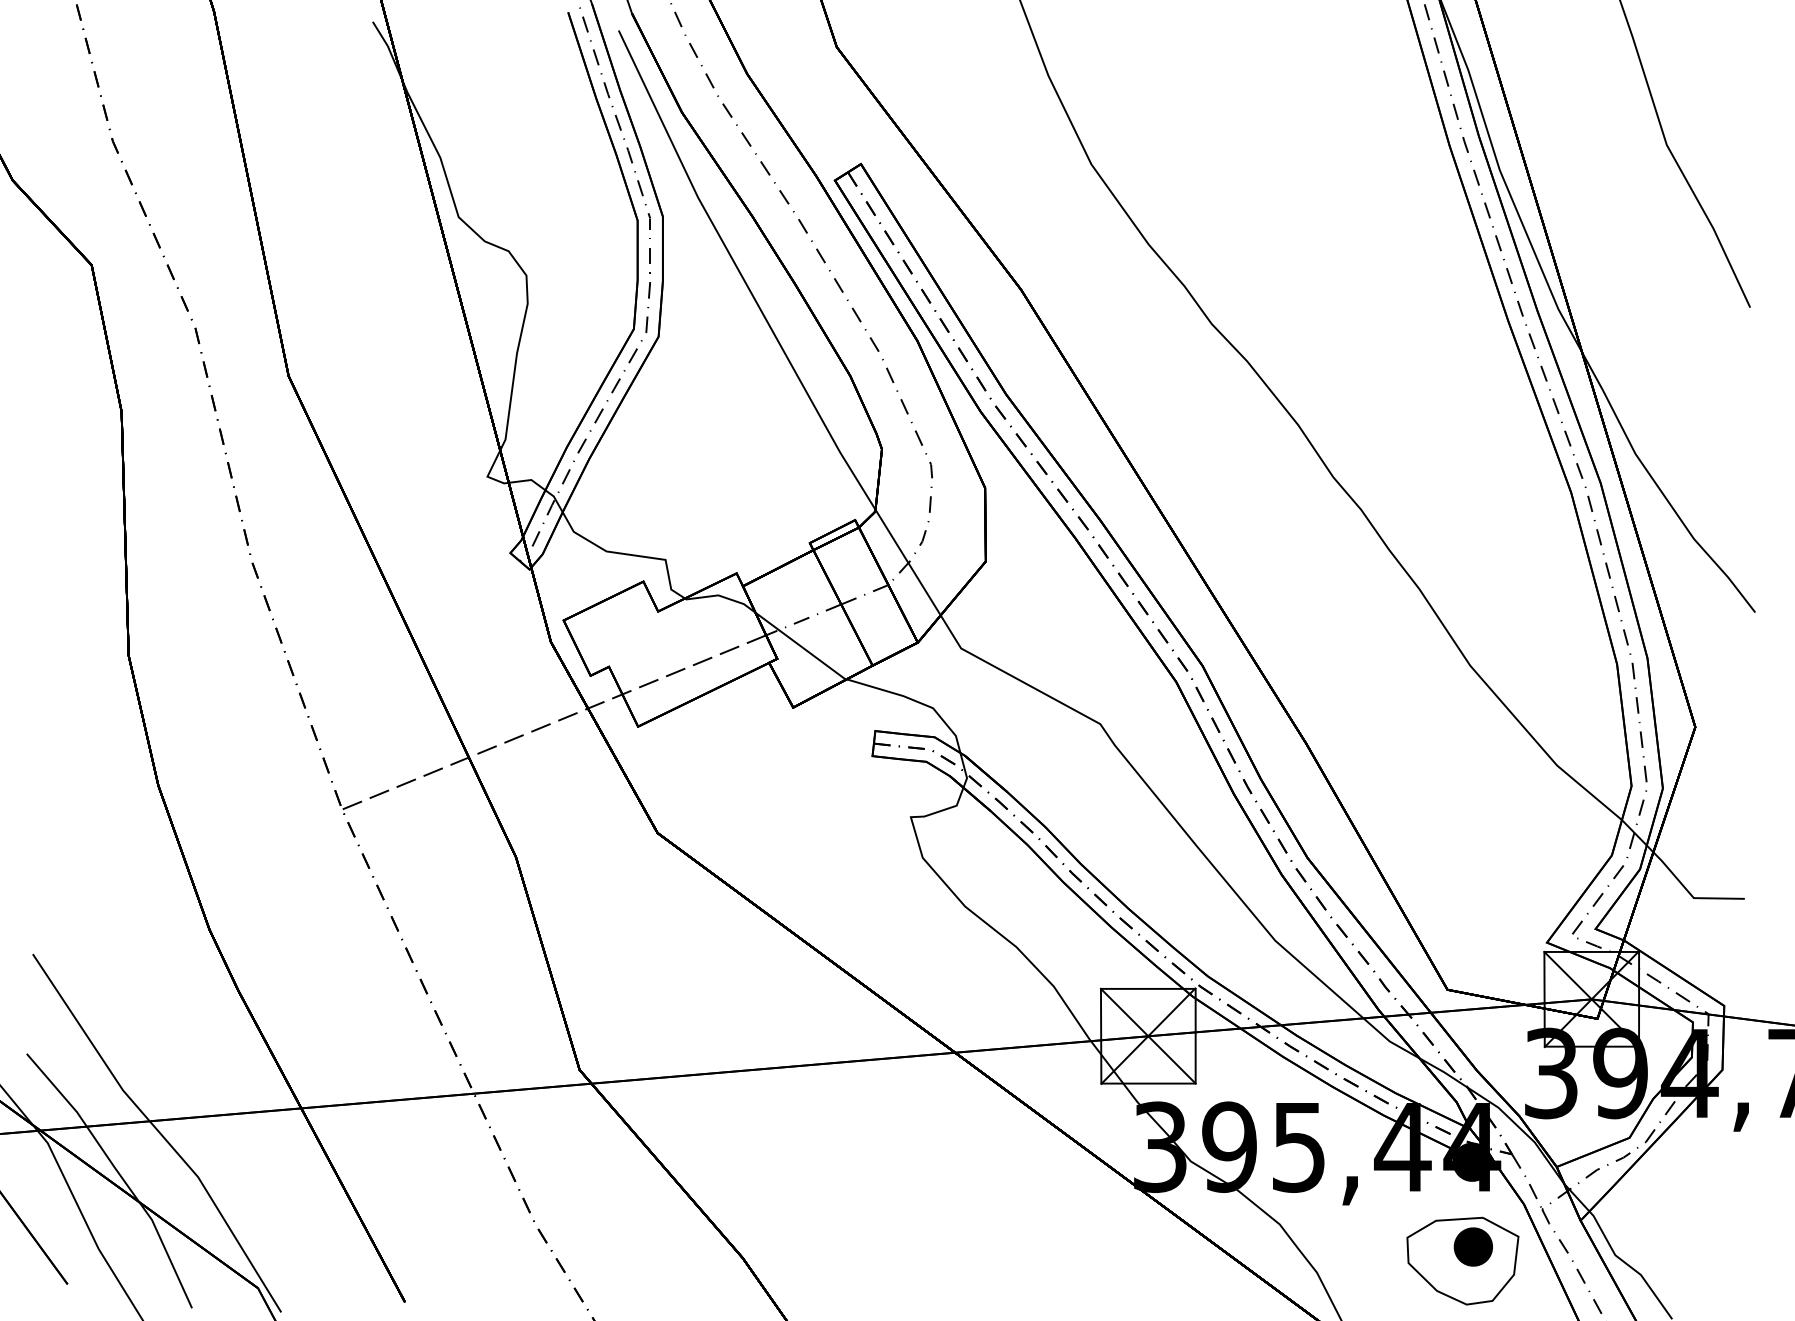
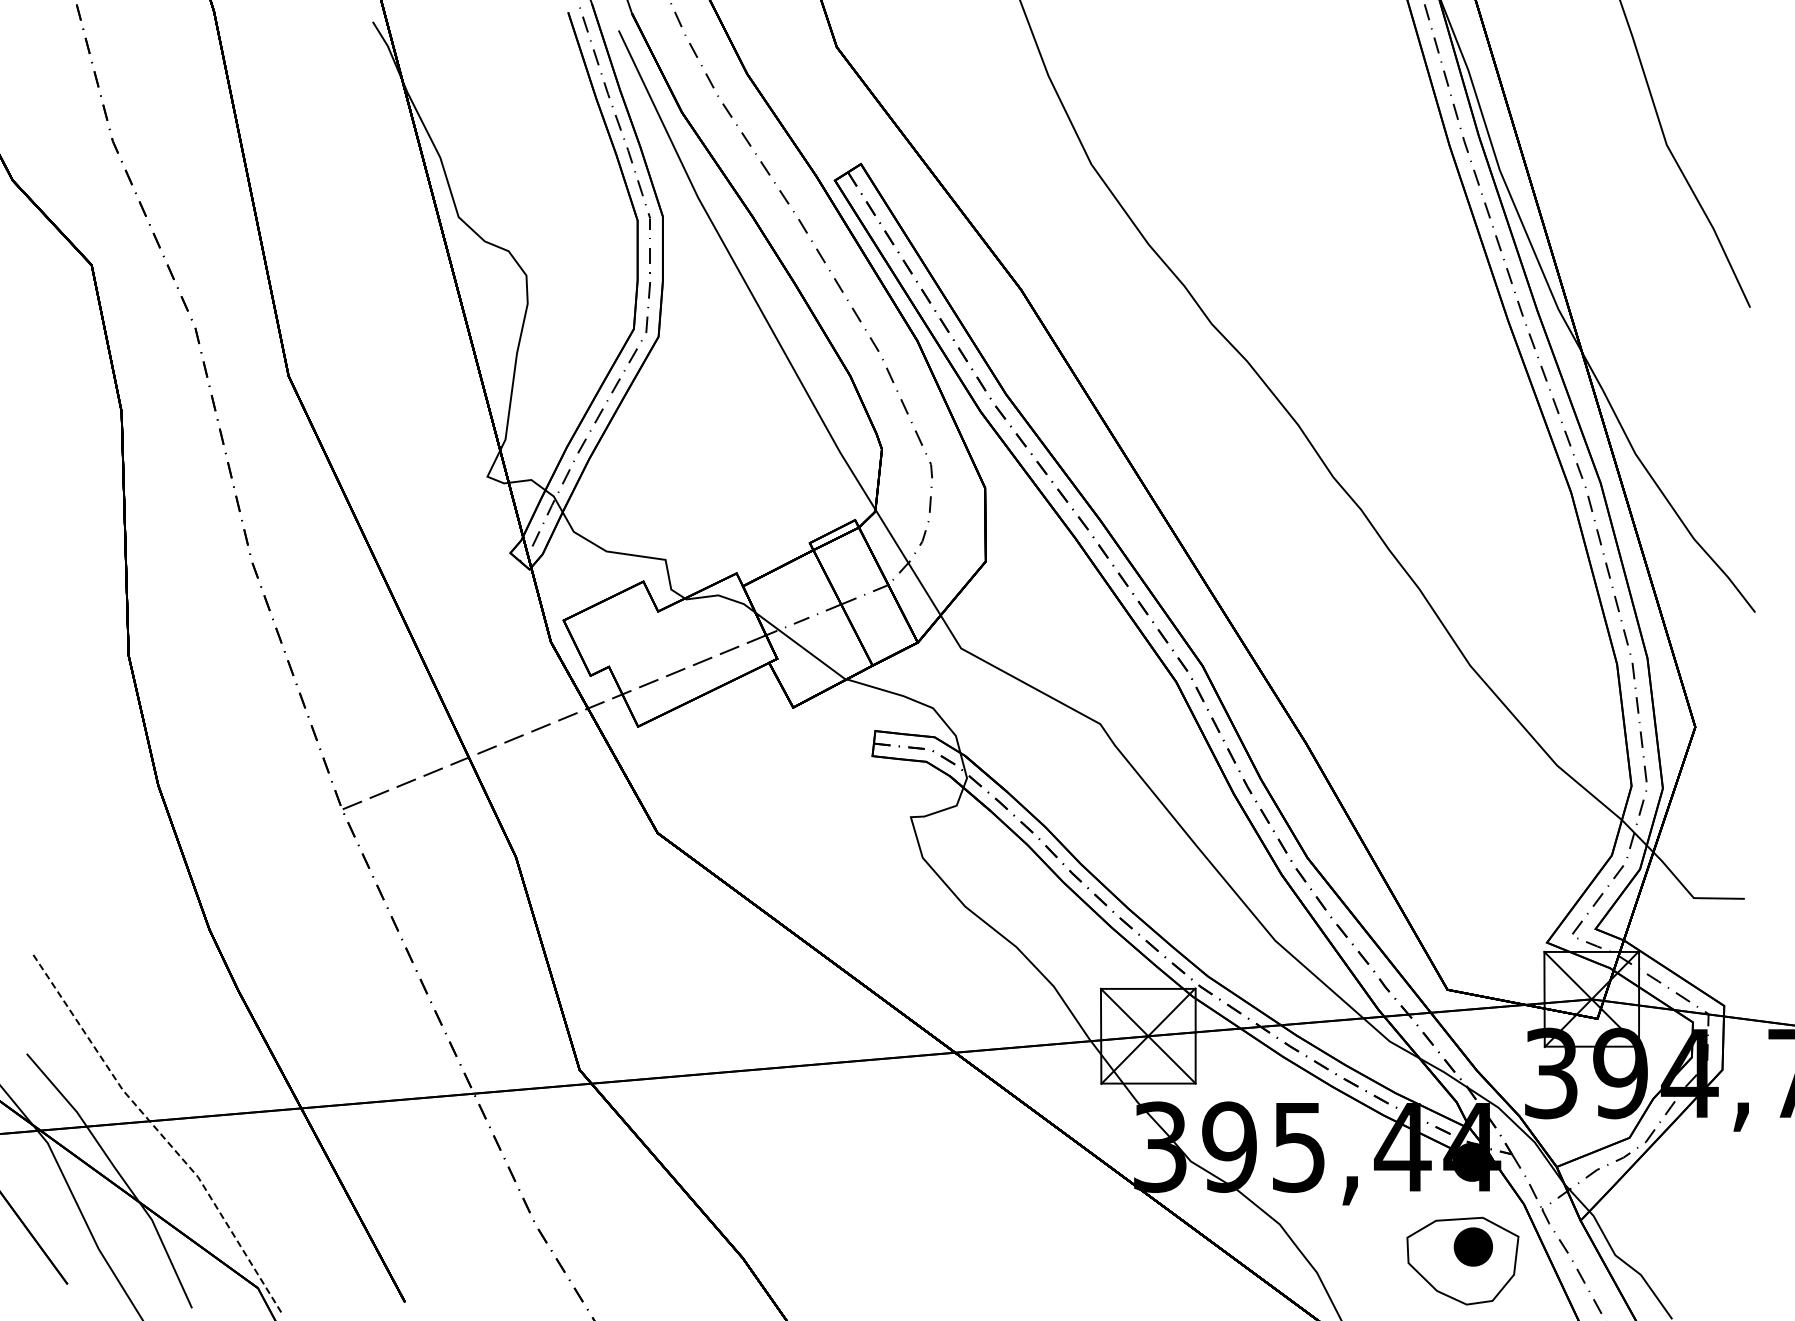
line at (159, 1131): solid -> dashed
